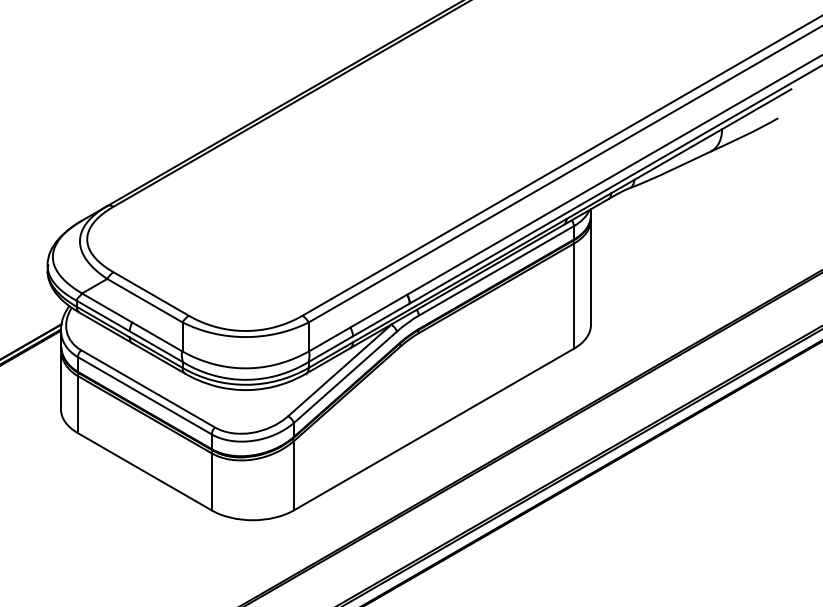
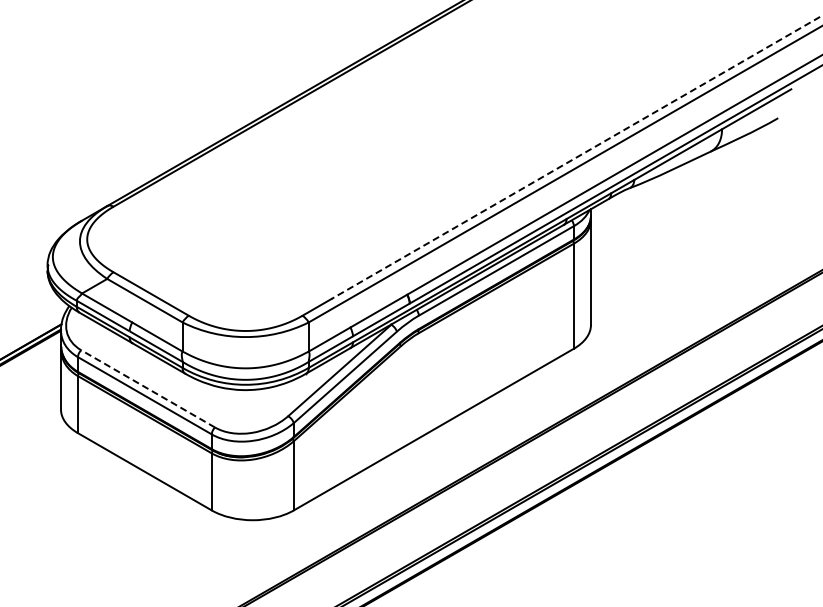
line at (576, 157): solid -> dashed
line at (147, 388): solid -> dashed
